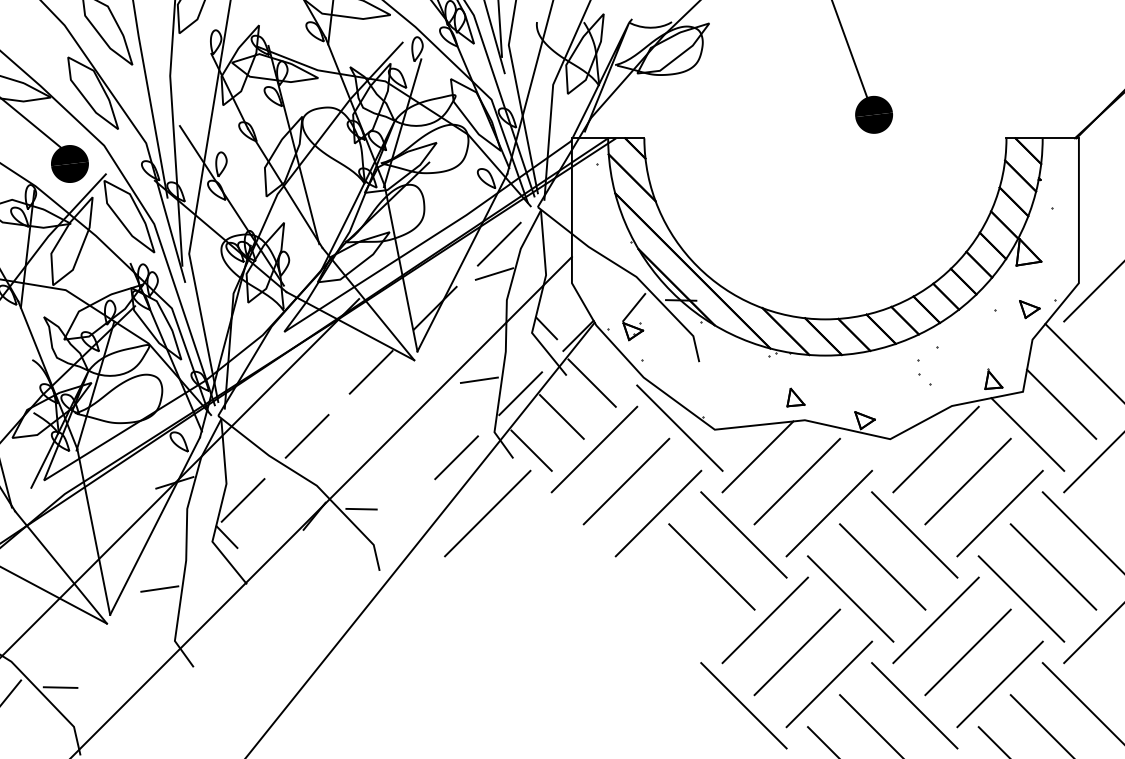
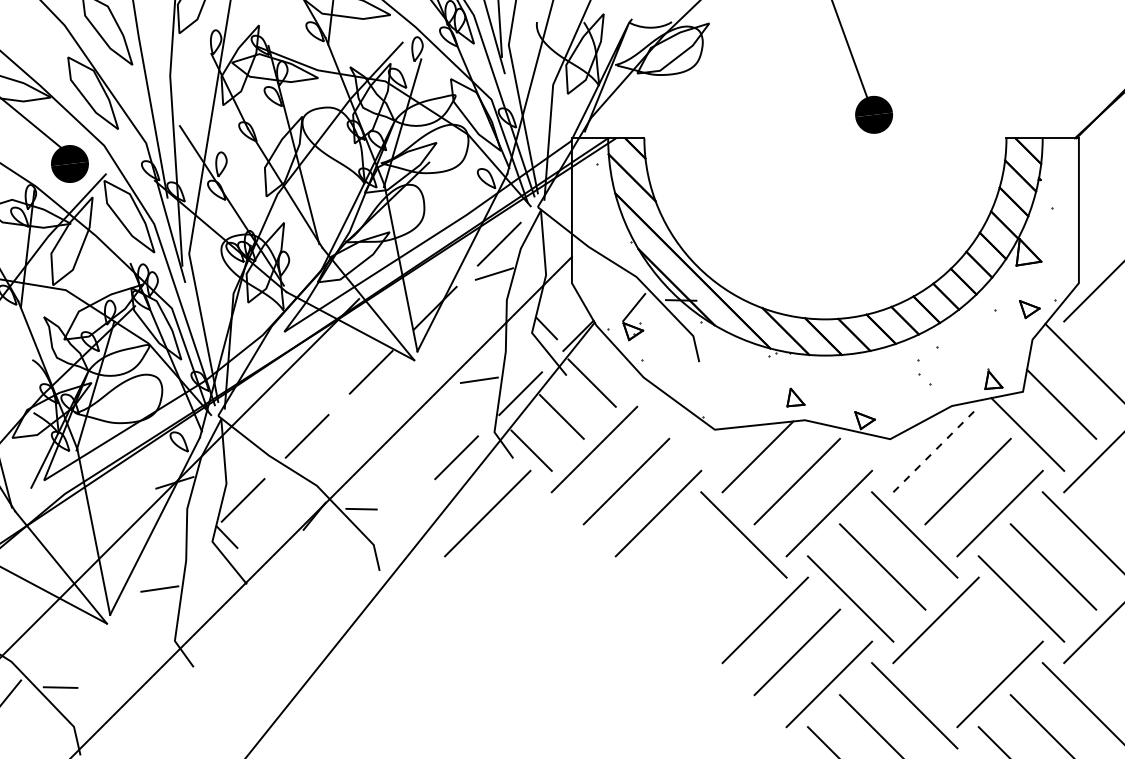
line at (679, 427): present -> none
line at (936, 449): solid -> dashed
line at (711, 566): present -> none
line at (967, 652): present -> none
line at (743, 705): present -> none
